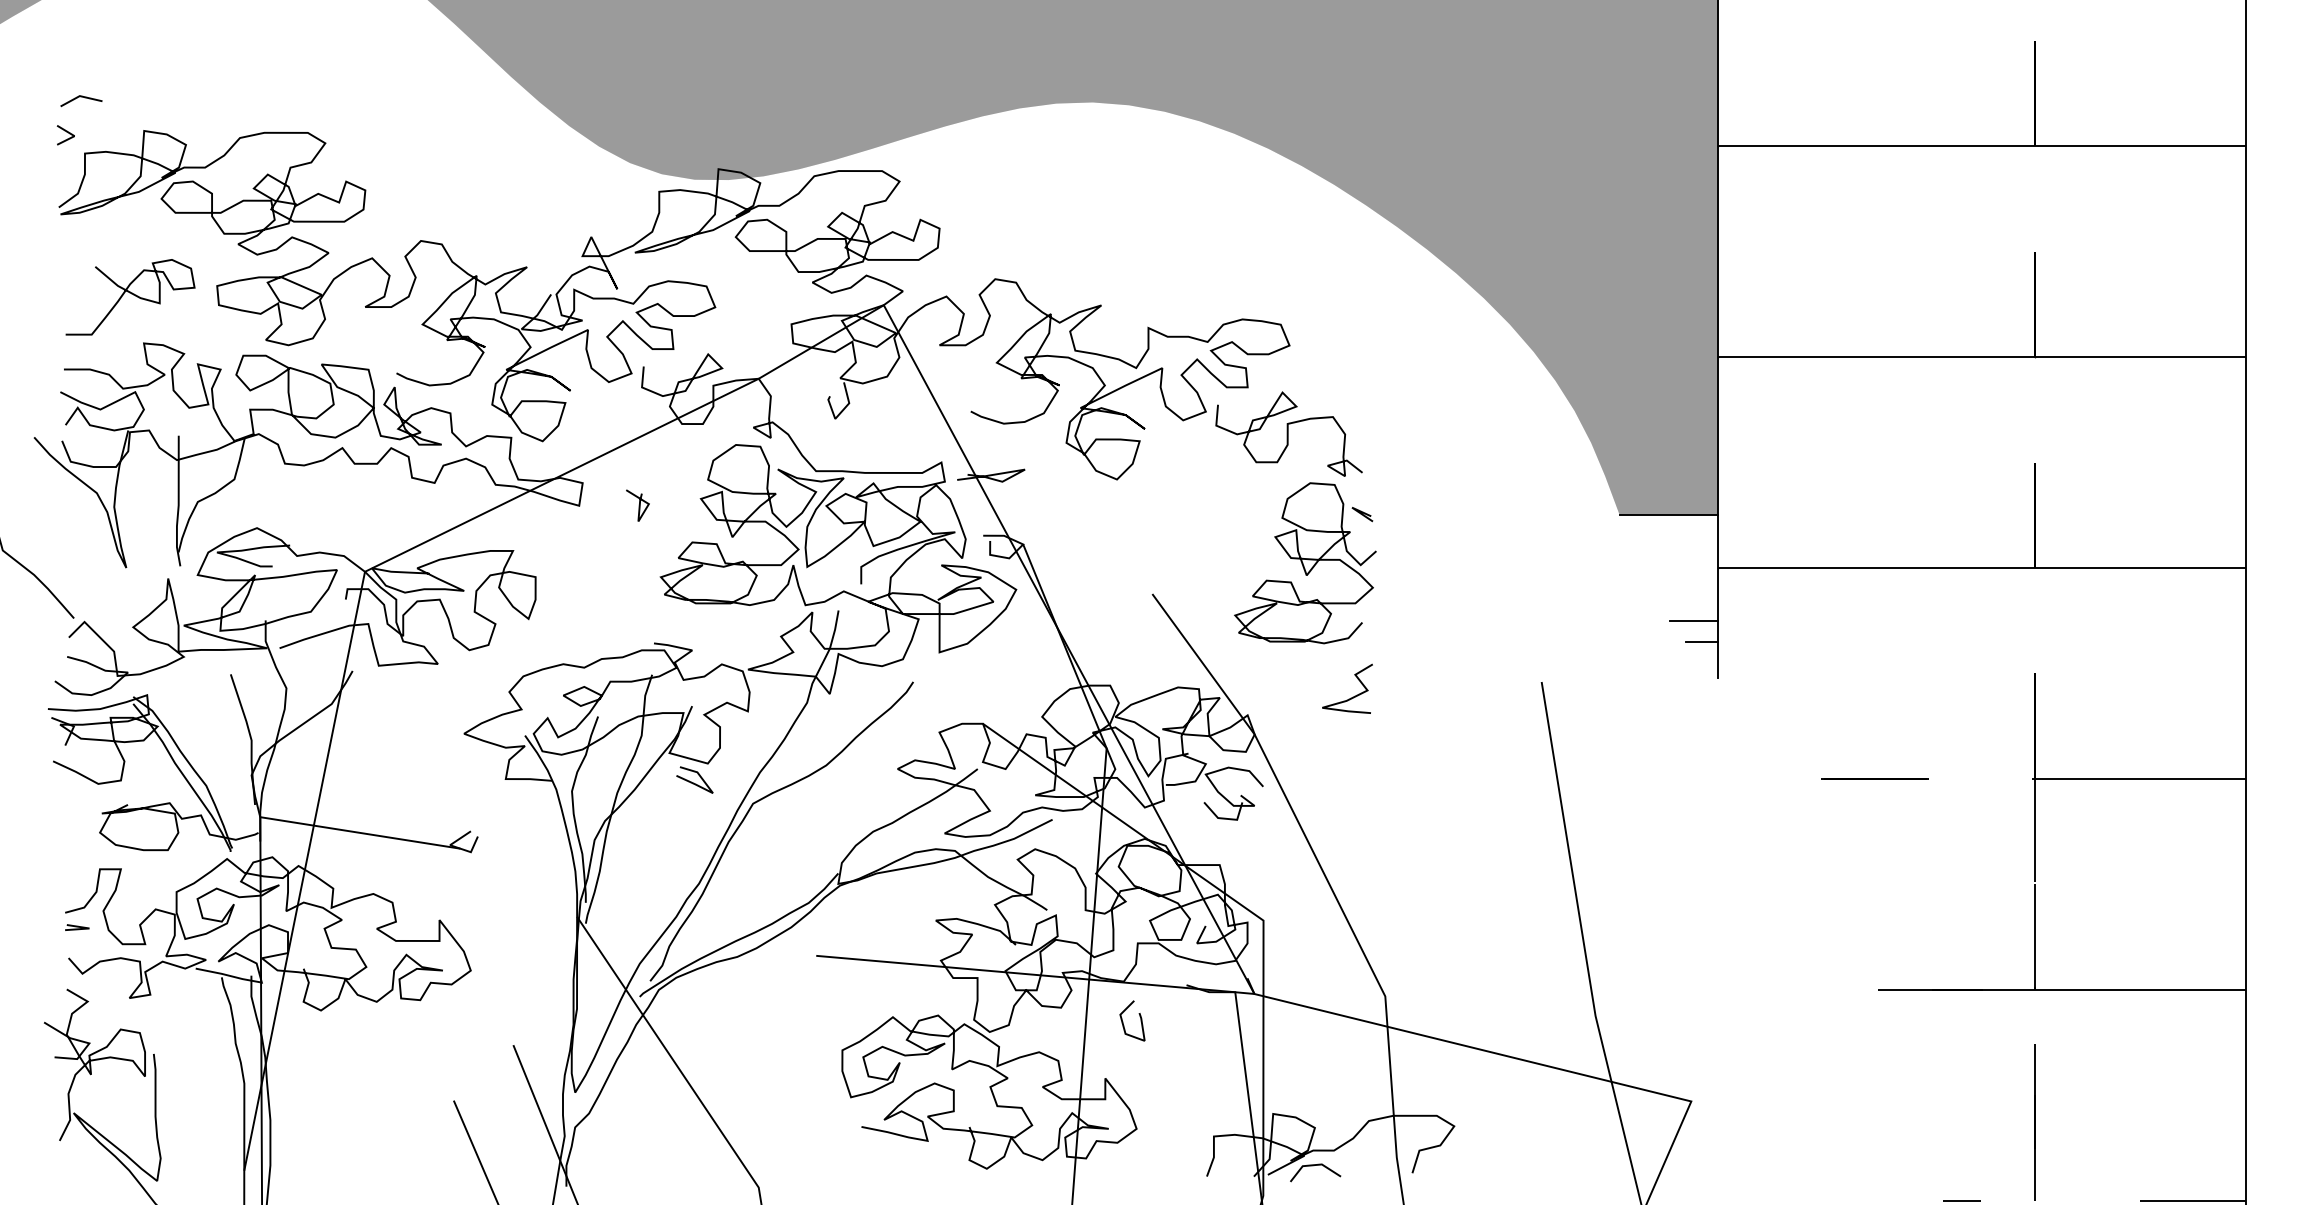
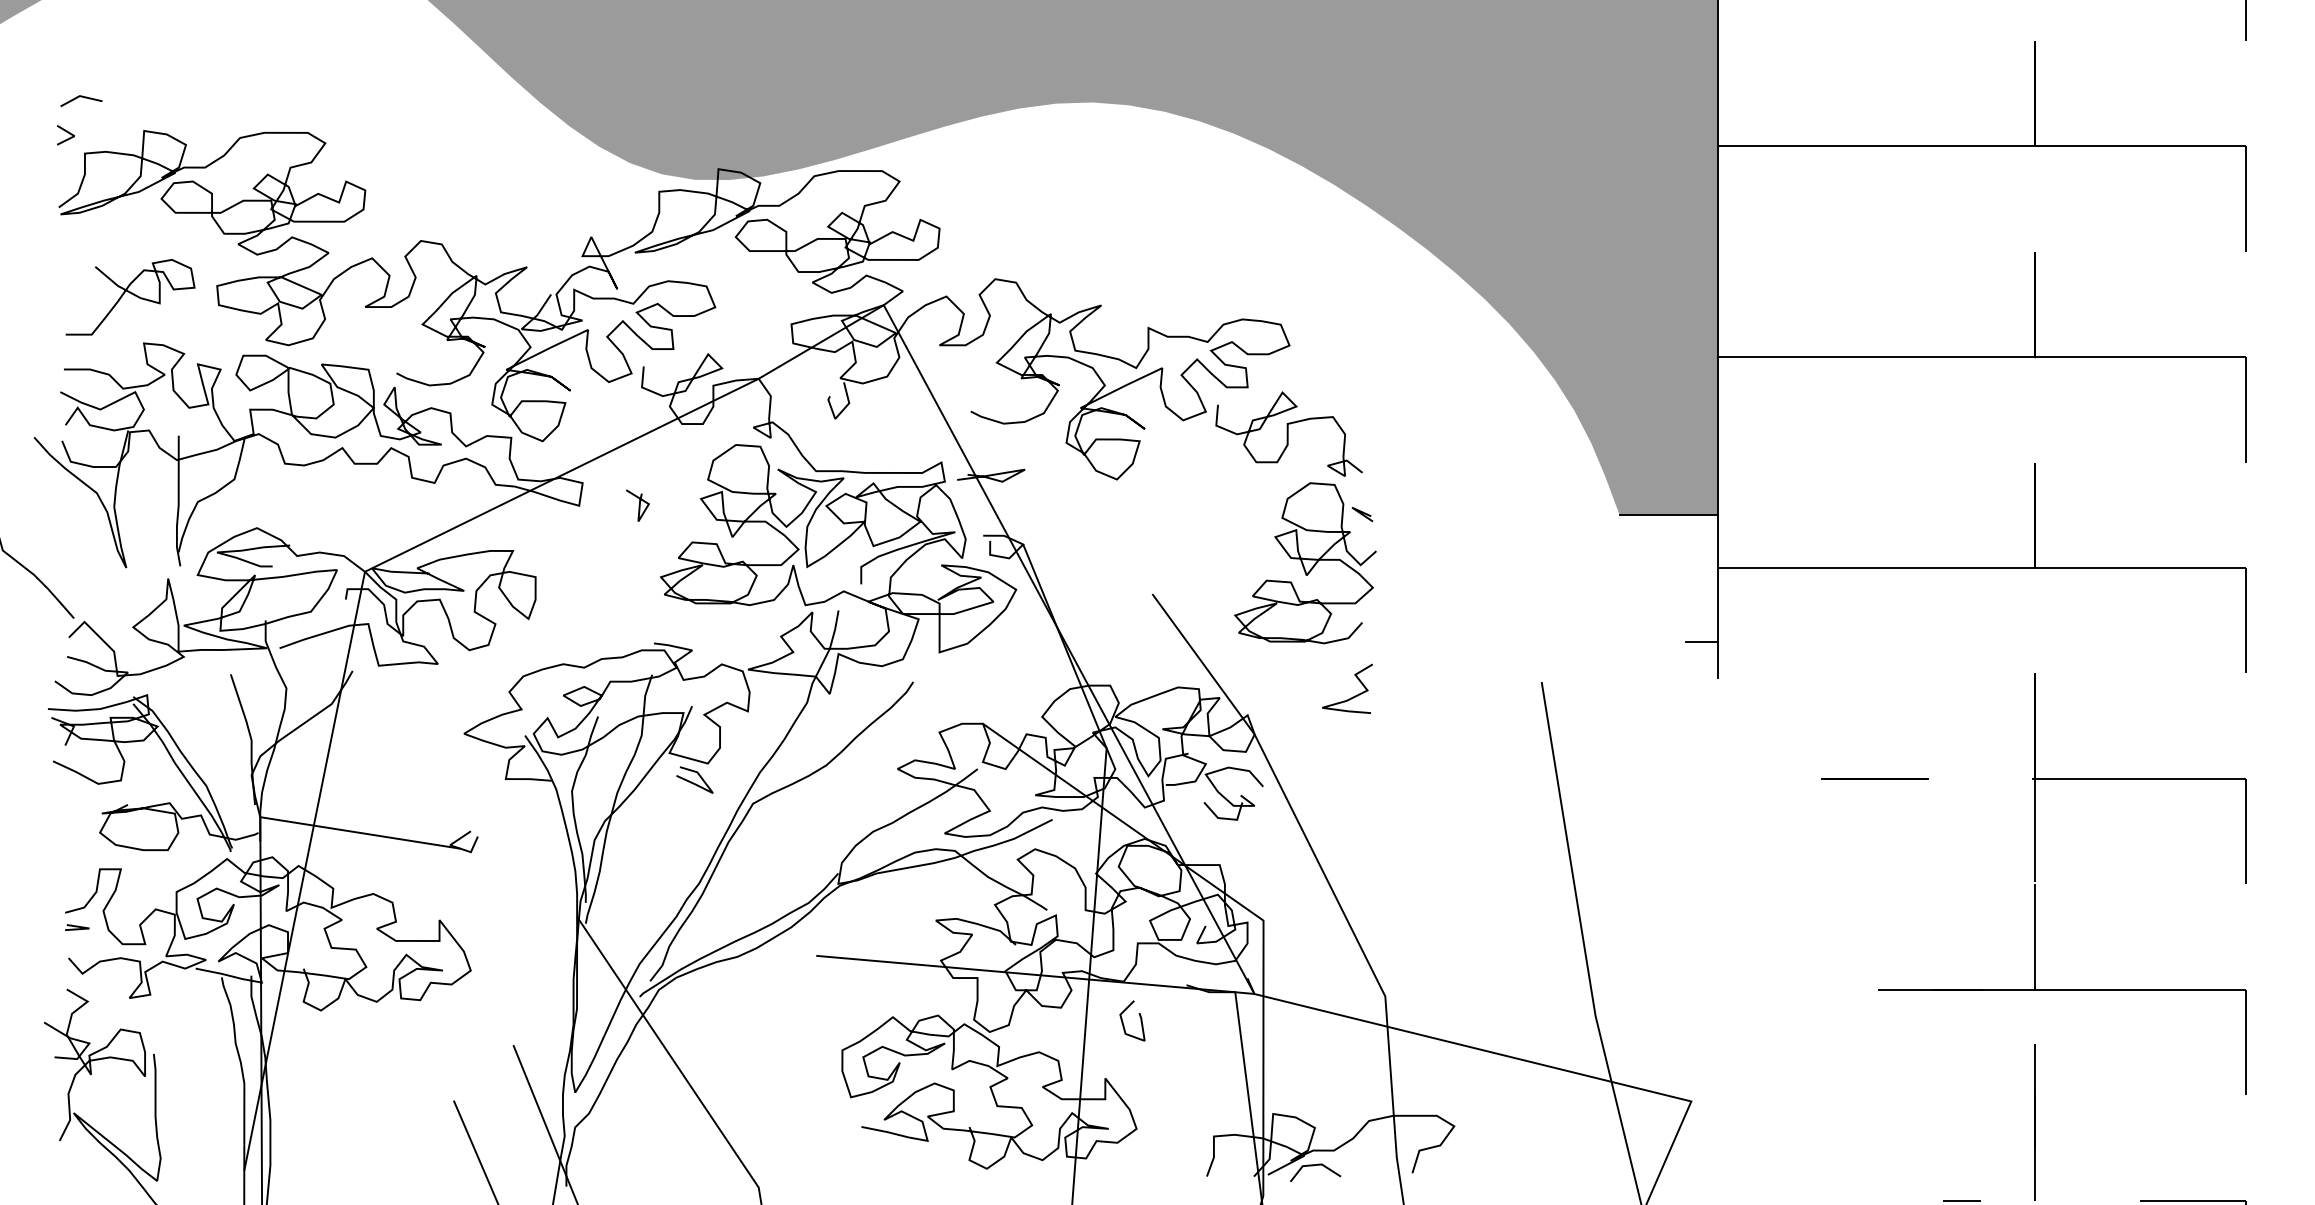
line at (2245, 602): solid -> dashed
line at (1693, 620): present -> none
